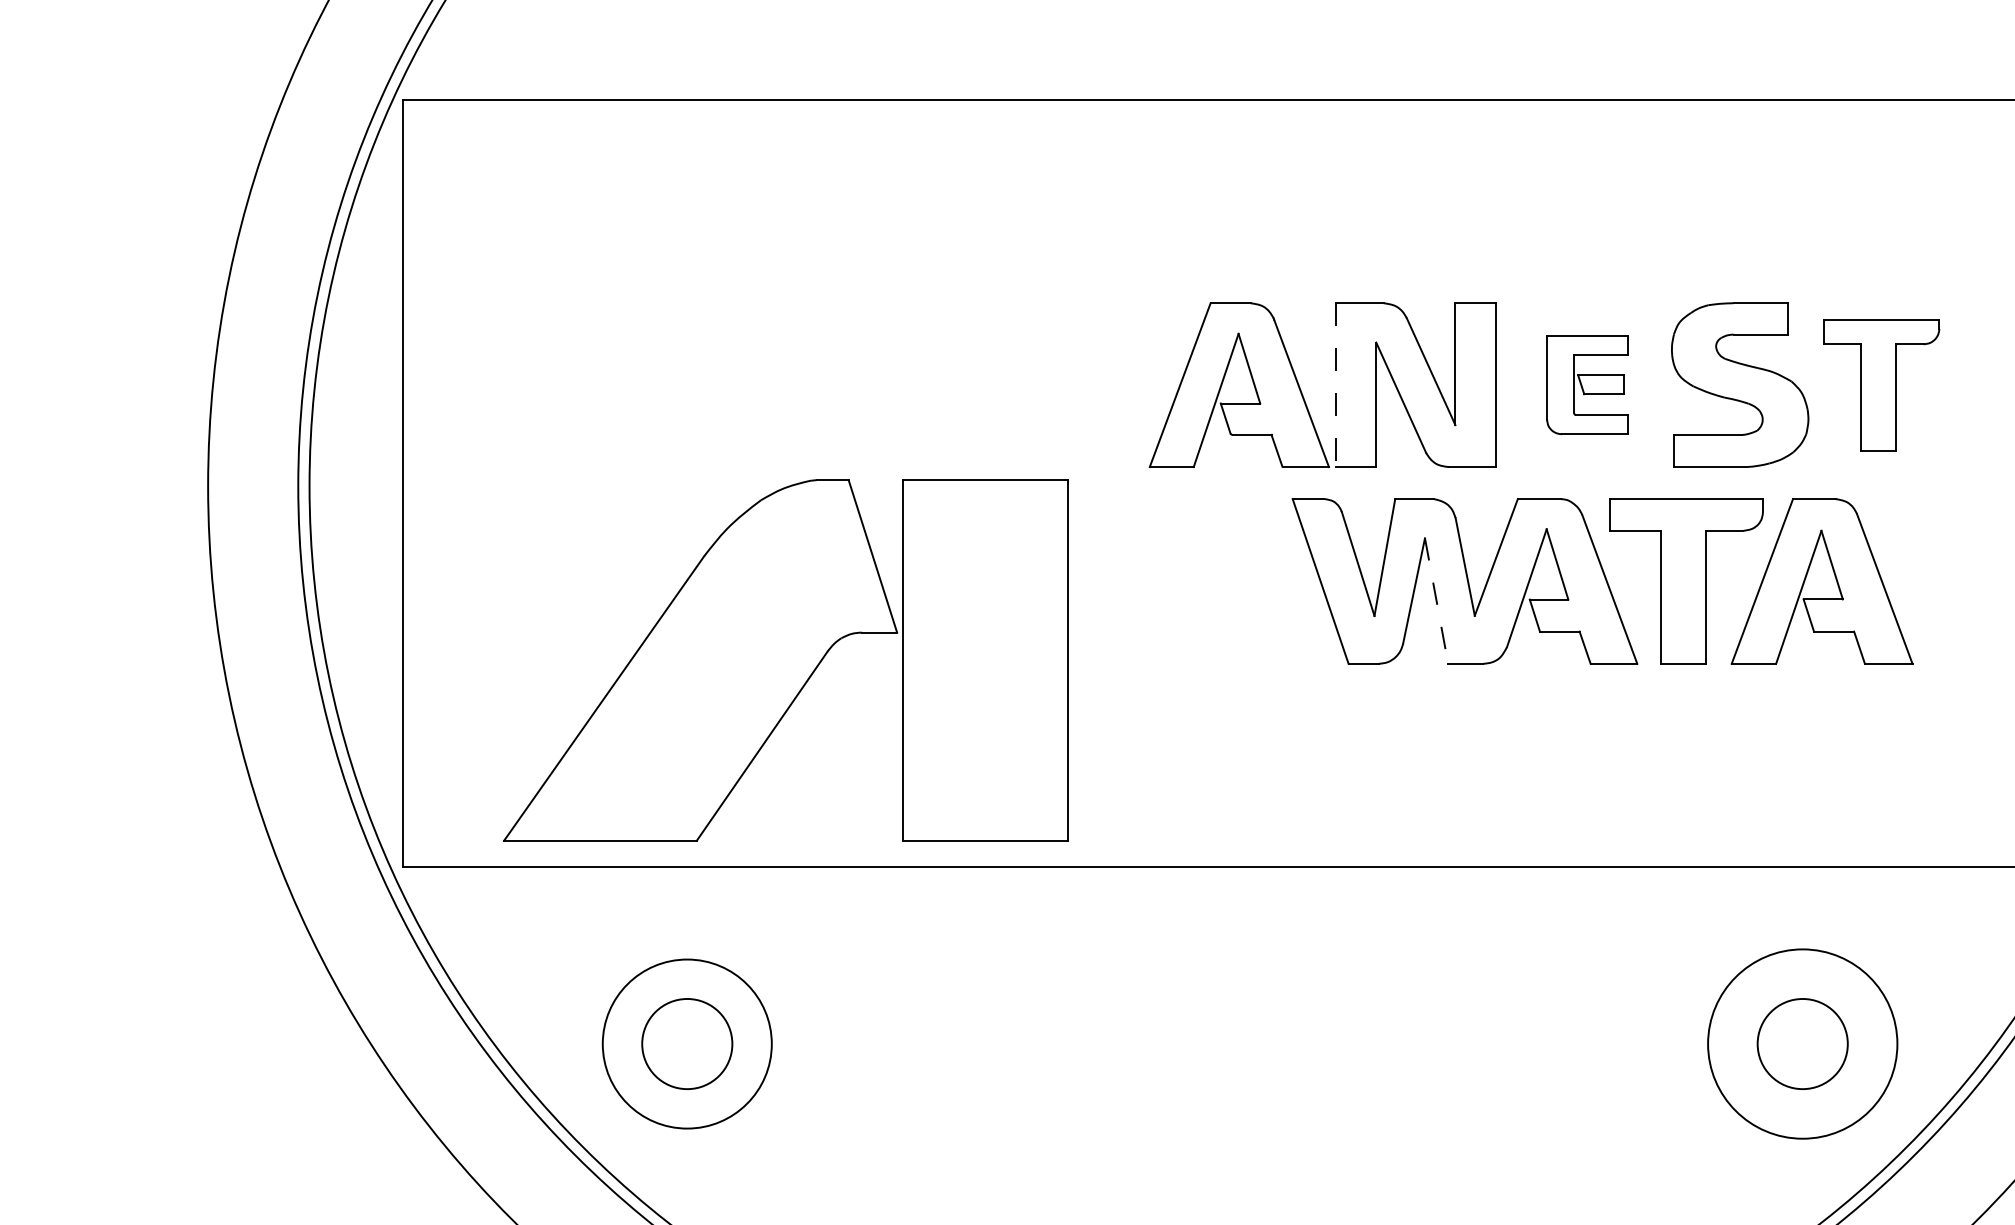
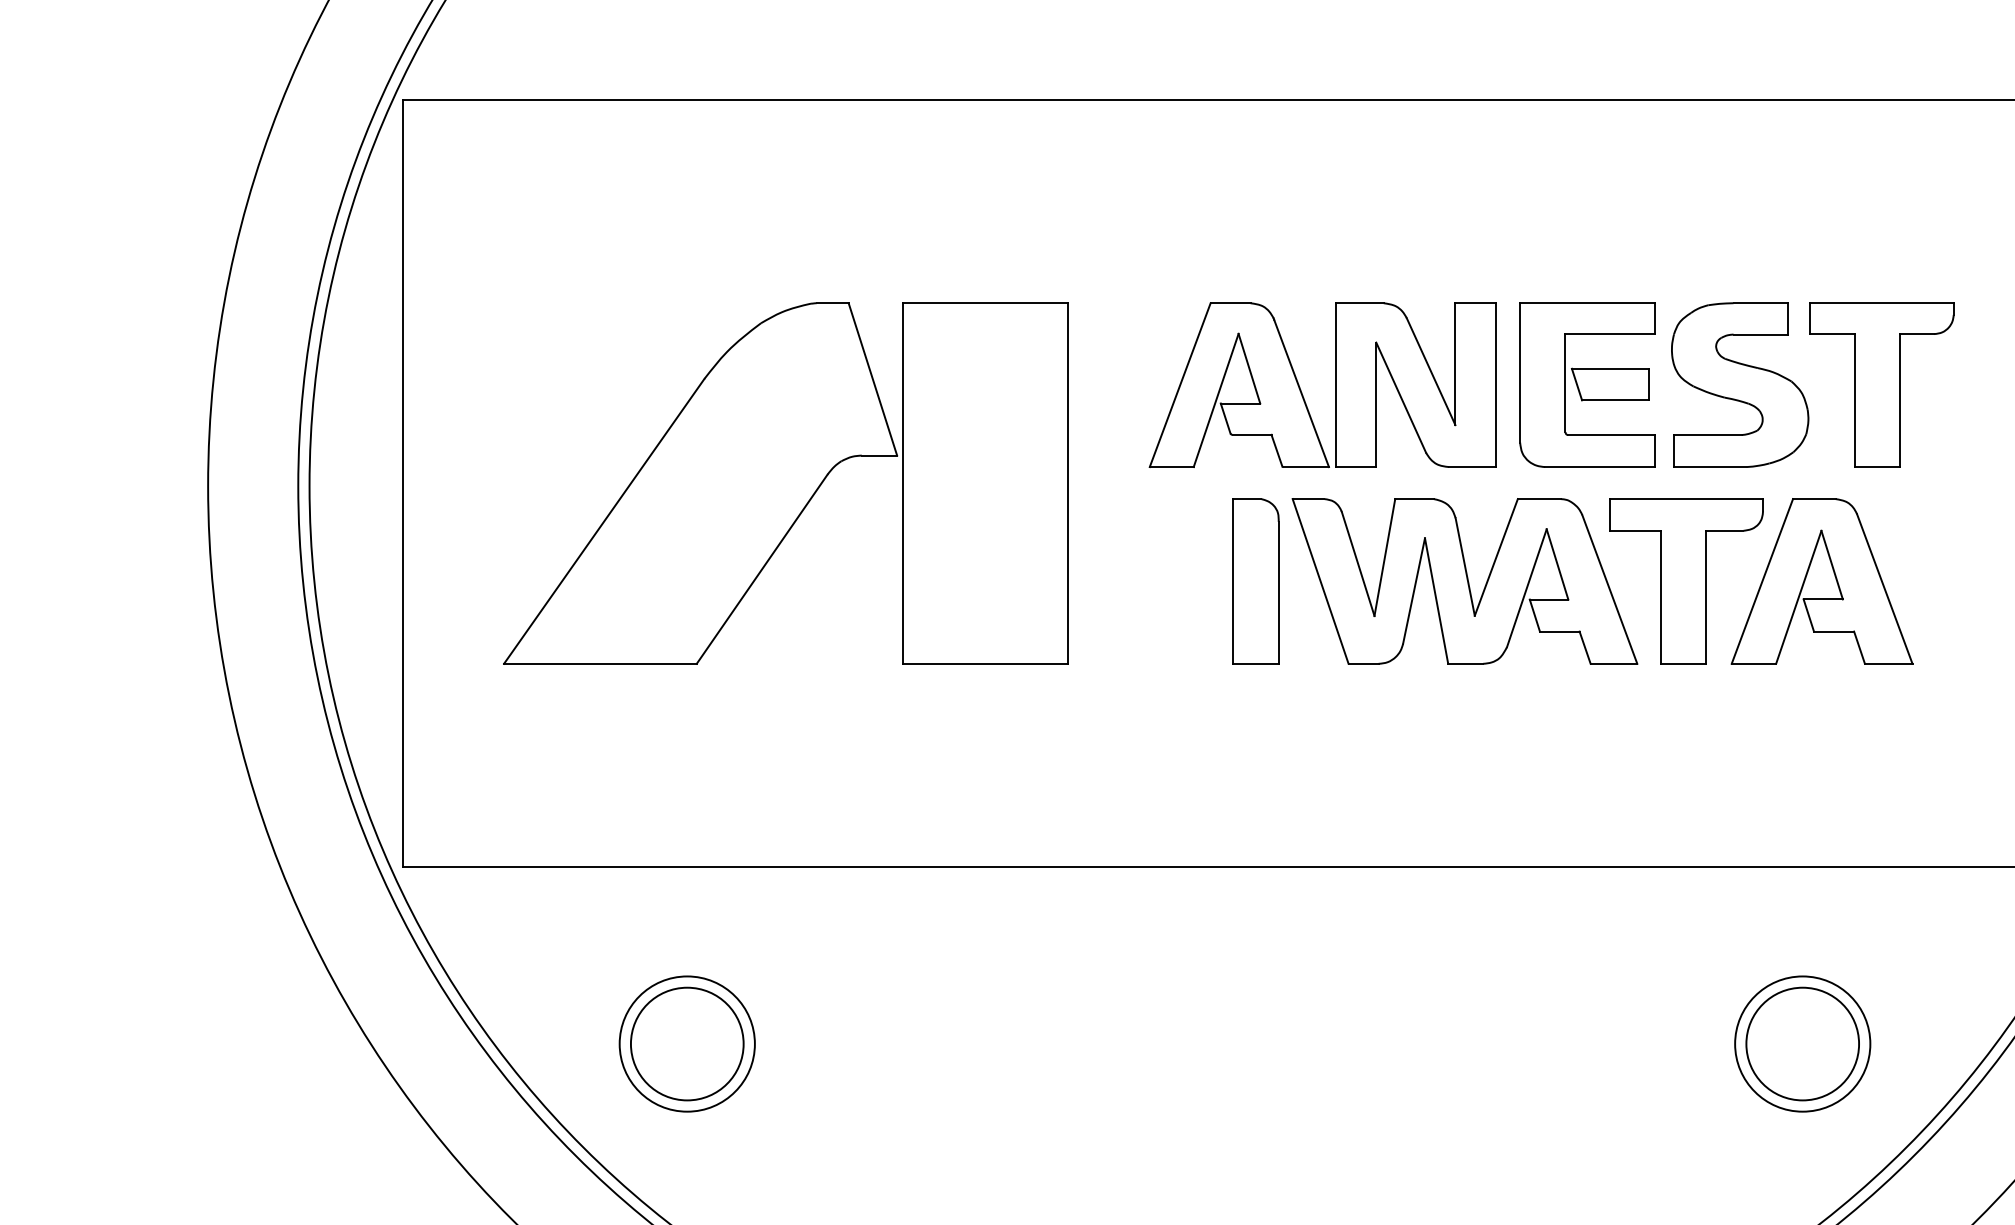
line at (1335, 385): dashed -> solid
part at (1587, 385) size: 83x101 px -> 137x166 px
part at (1881, 385) size: 118x133 px -> 146x166 px
part at (1255, 581): none -> present
line at (1436, 601): dashed -> solid
part at (785, 660) position: (785, 660) -> (785, 483)
circle at (686, 1043) diameter: 169 px -> 135 px
circle at (687, 1043) diameter: 90 px -> 113 px
circle at (1802, 1043) diameter: 189 px -> 135 px
circle at (1802, 1043) diameter: 90 px -> 113 px
